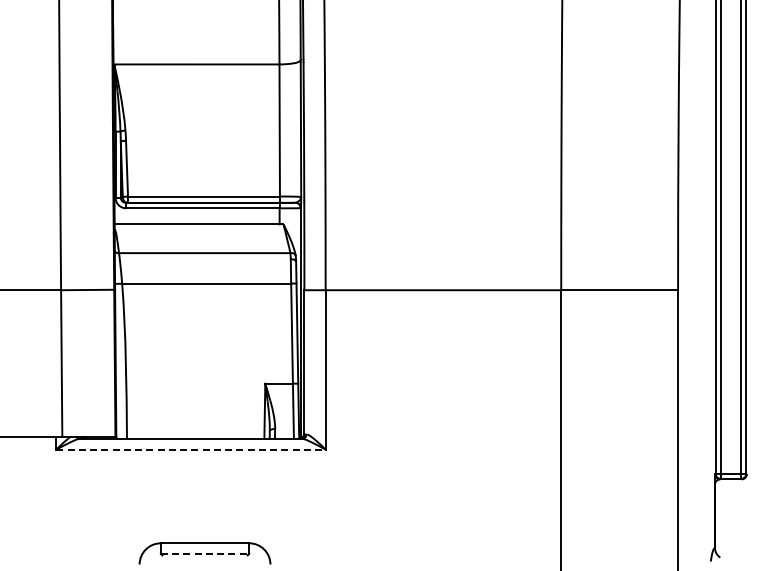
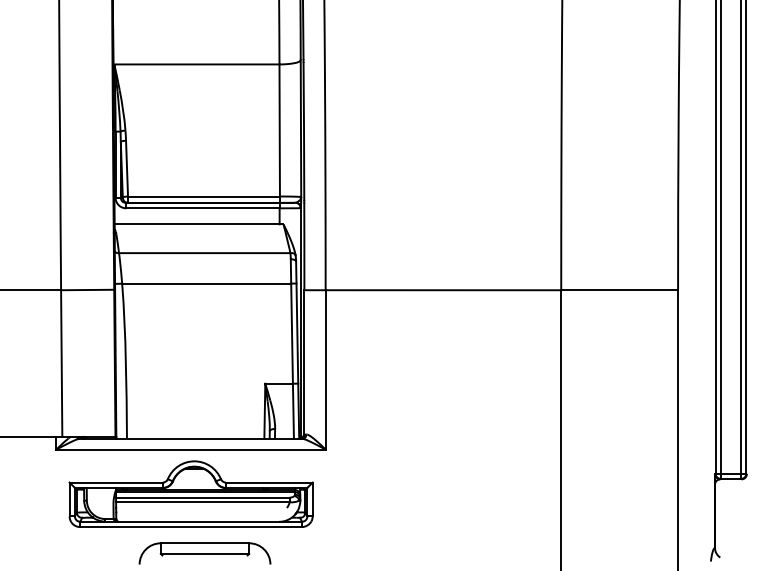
line at (191, 449): dashed -> solid
part at (190, 493): none -> present
line at (205, 553): dashed -> solid
